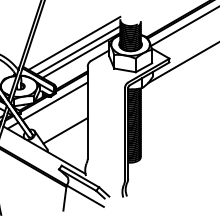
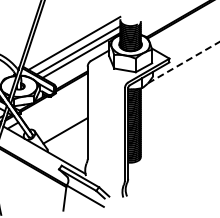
line at (183, 27): present -> none
line at (183, 62): solid -> dashed
line at (54, 101): present -> none
